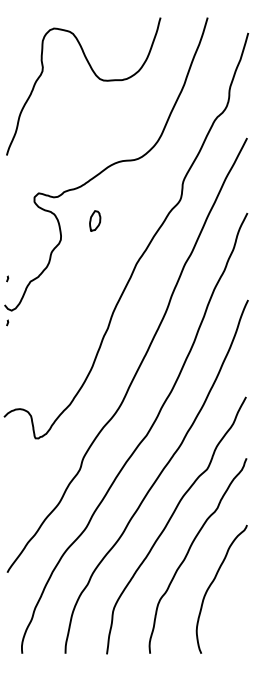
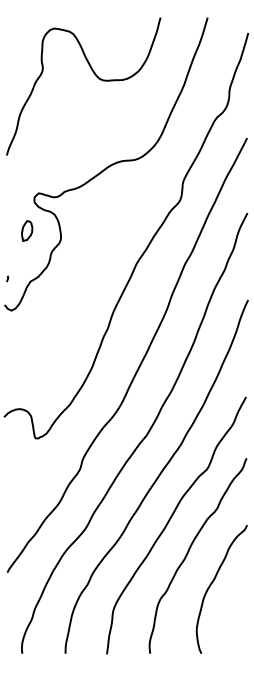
part at (95, 220) position: (95, 220) -> (27, 230)
line at (7, 322): present -> none
